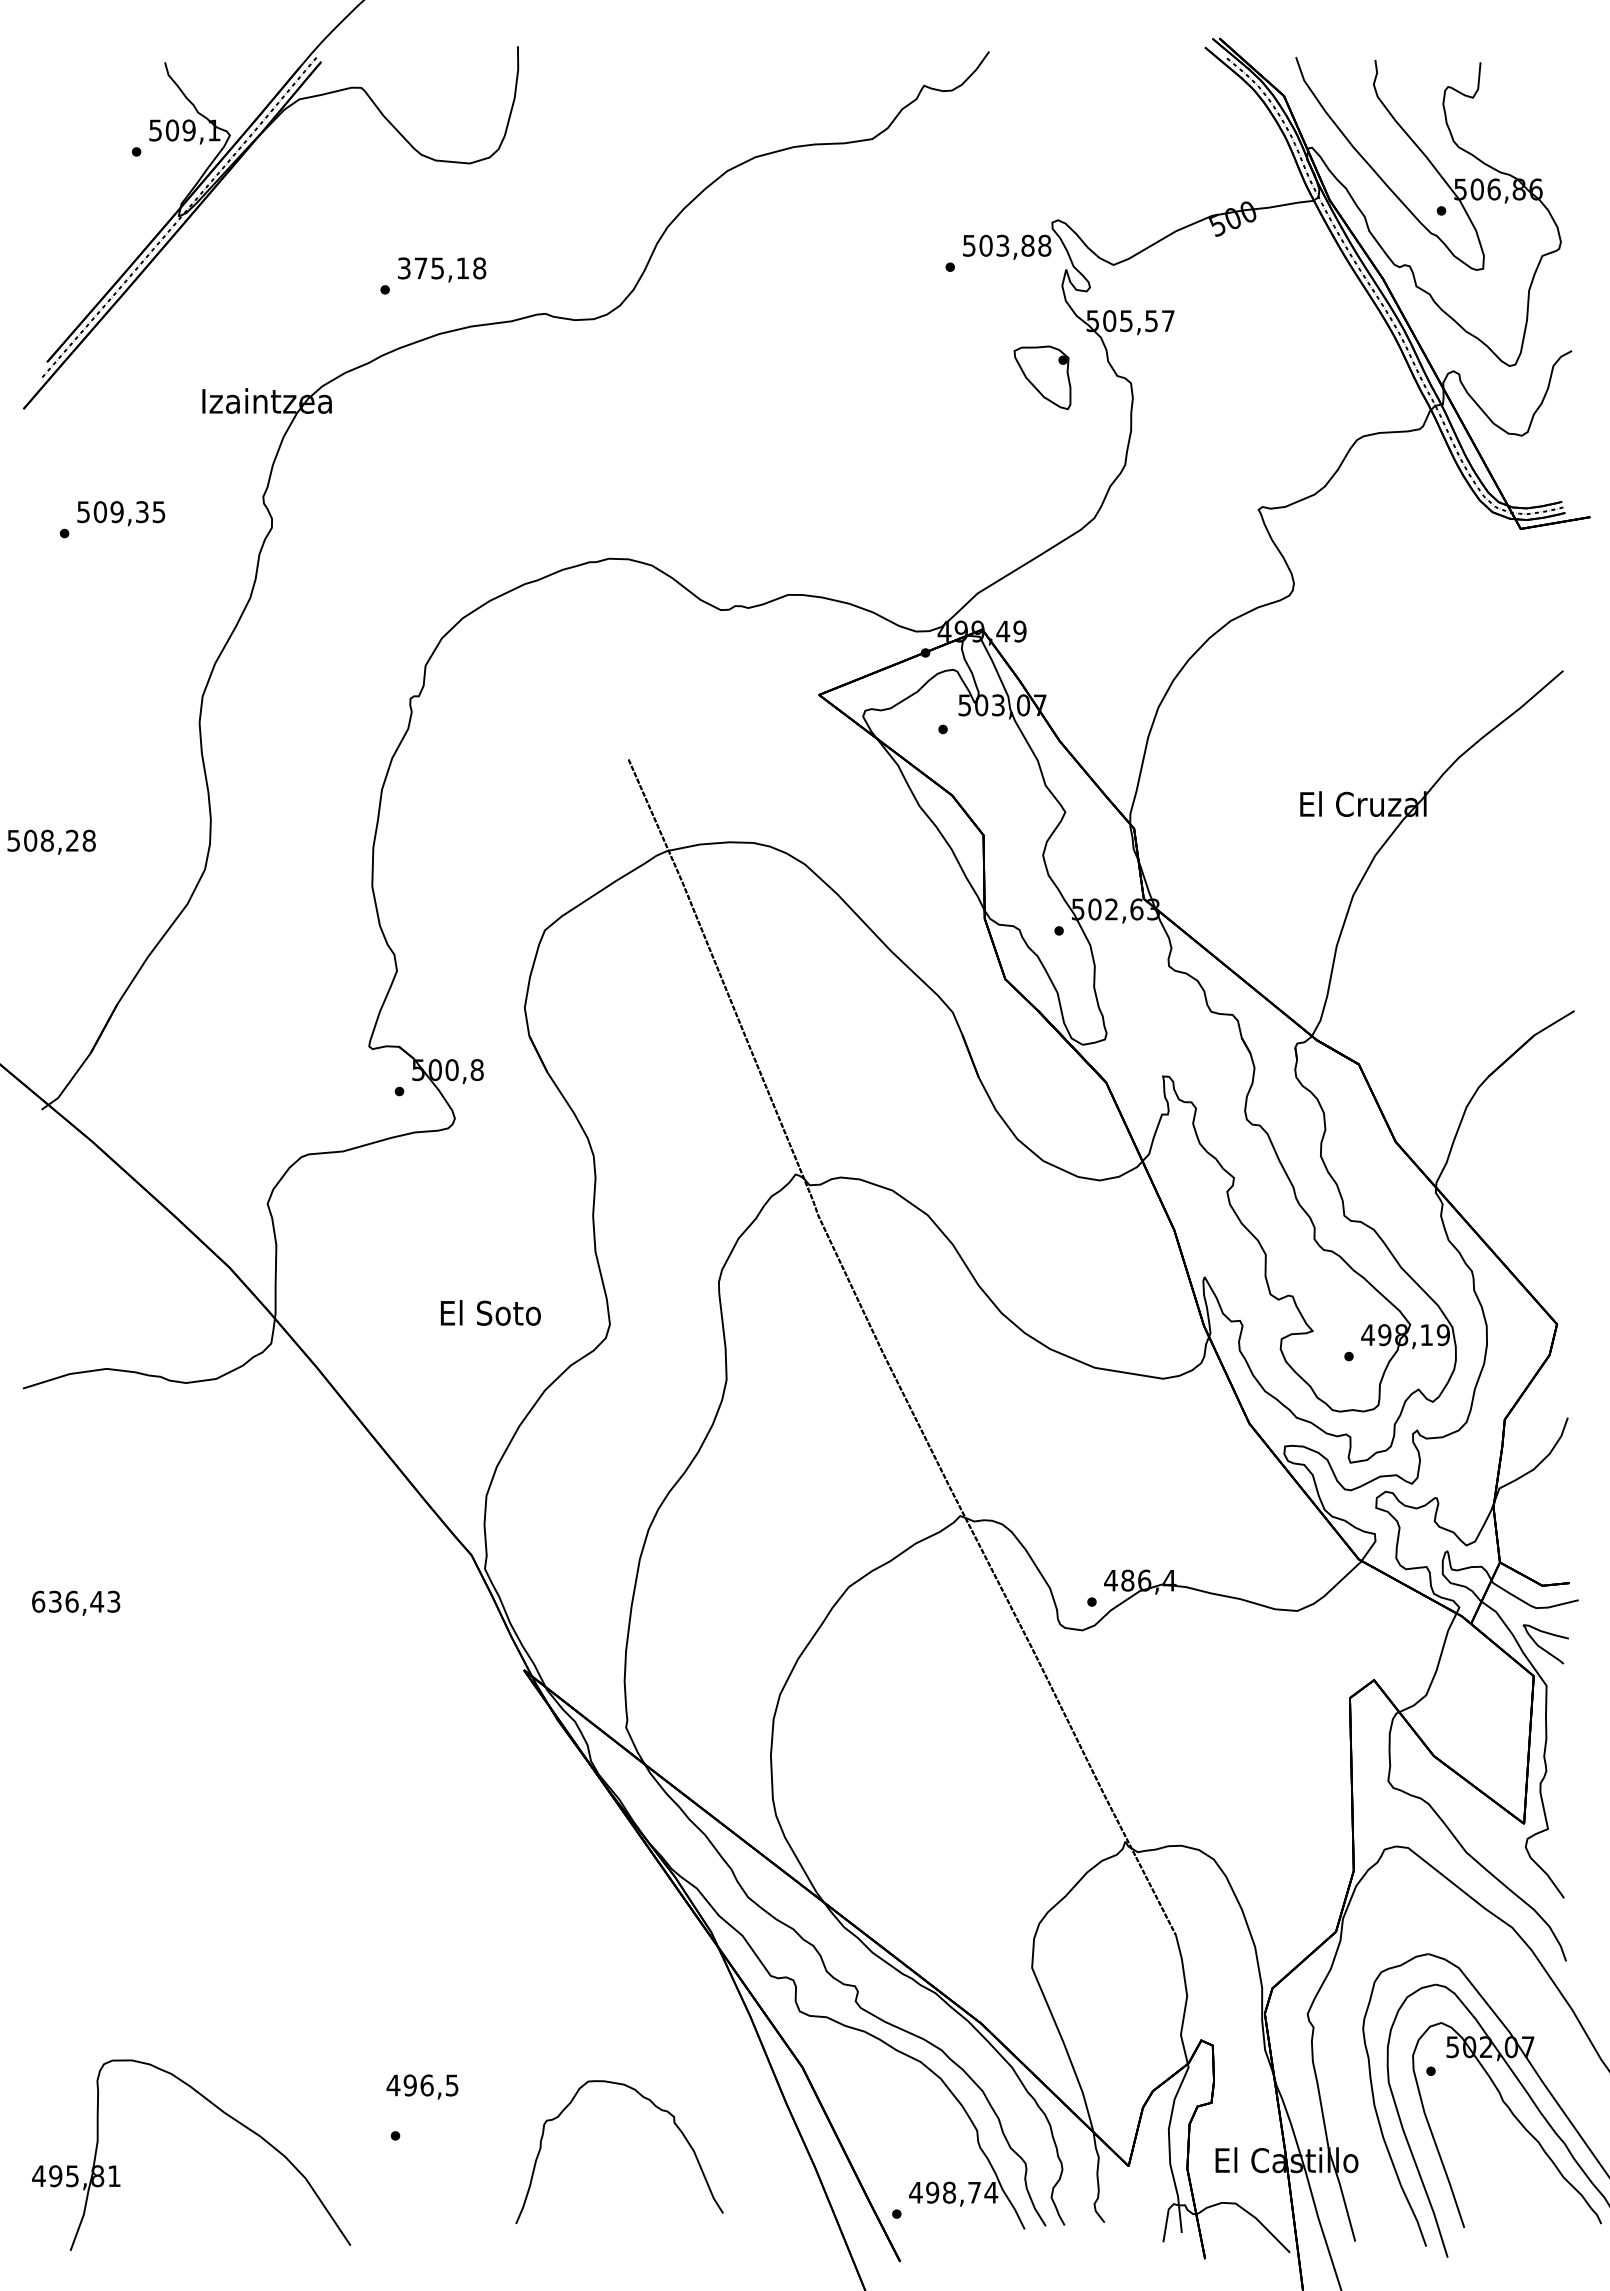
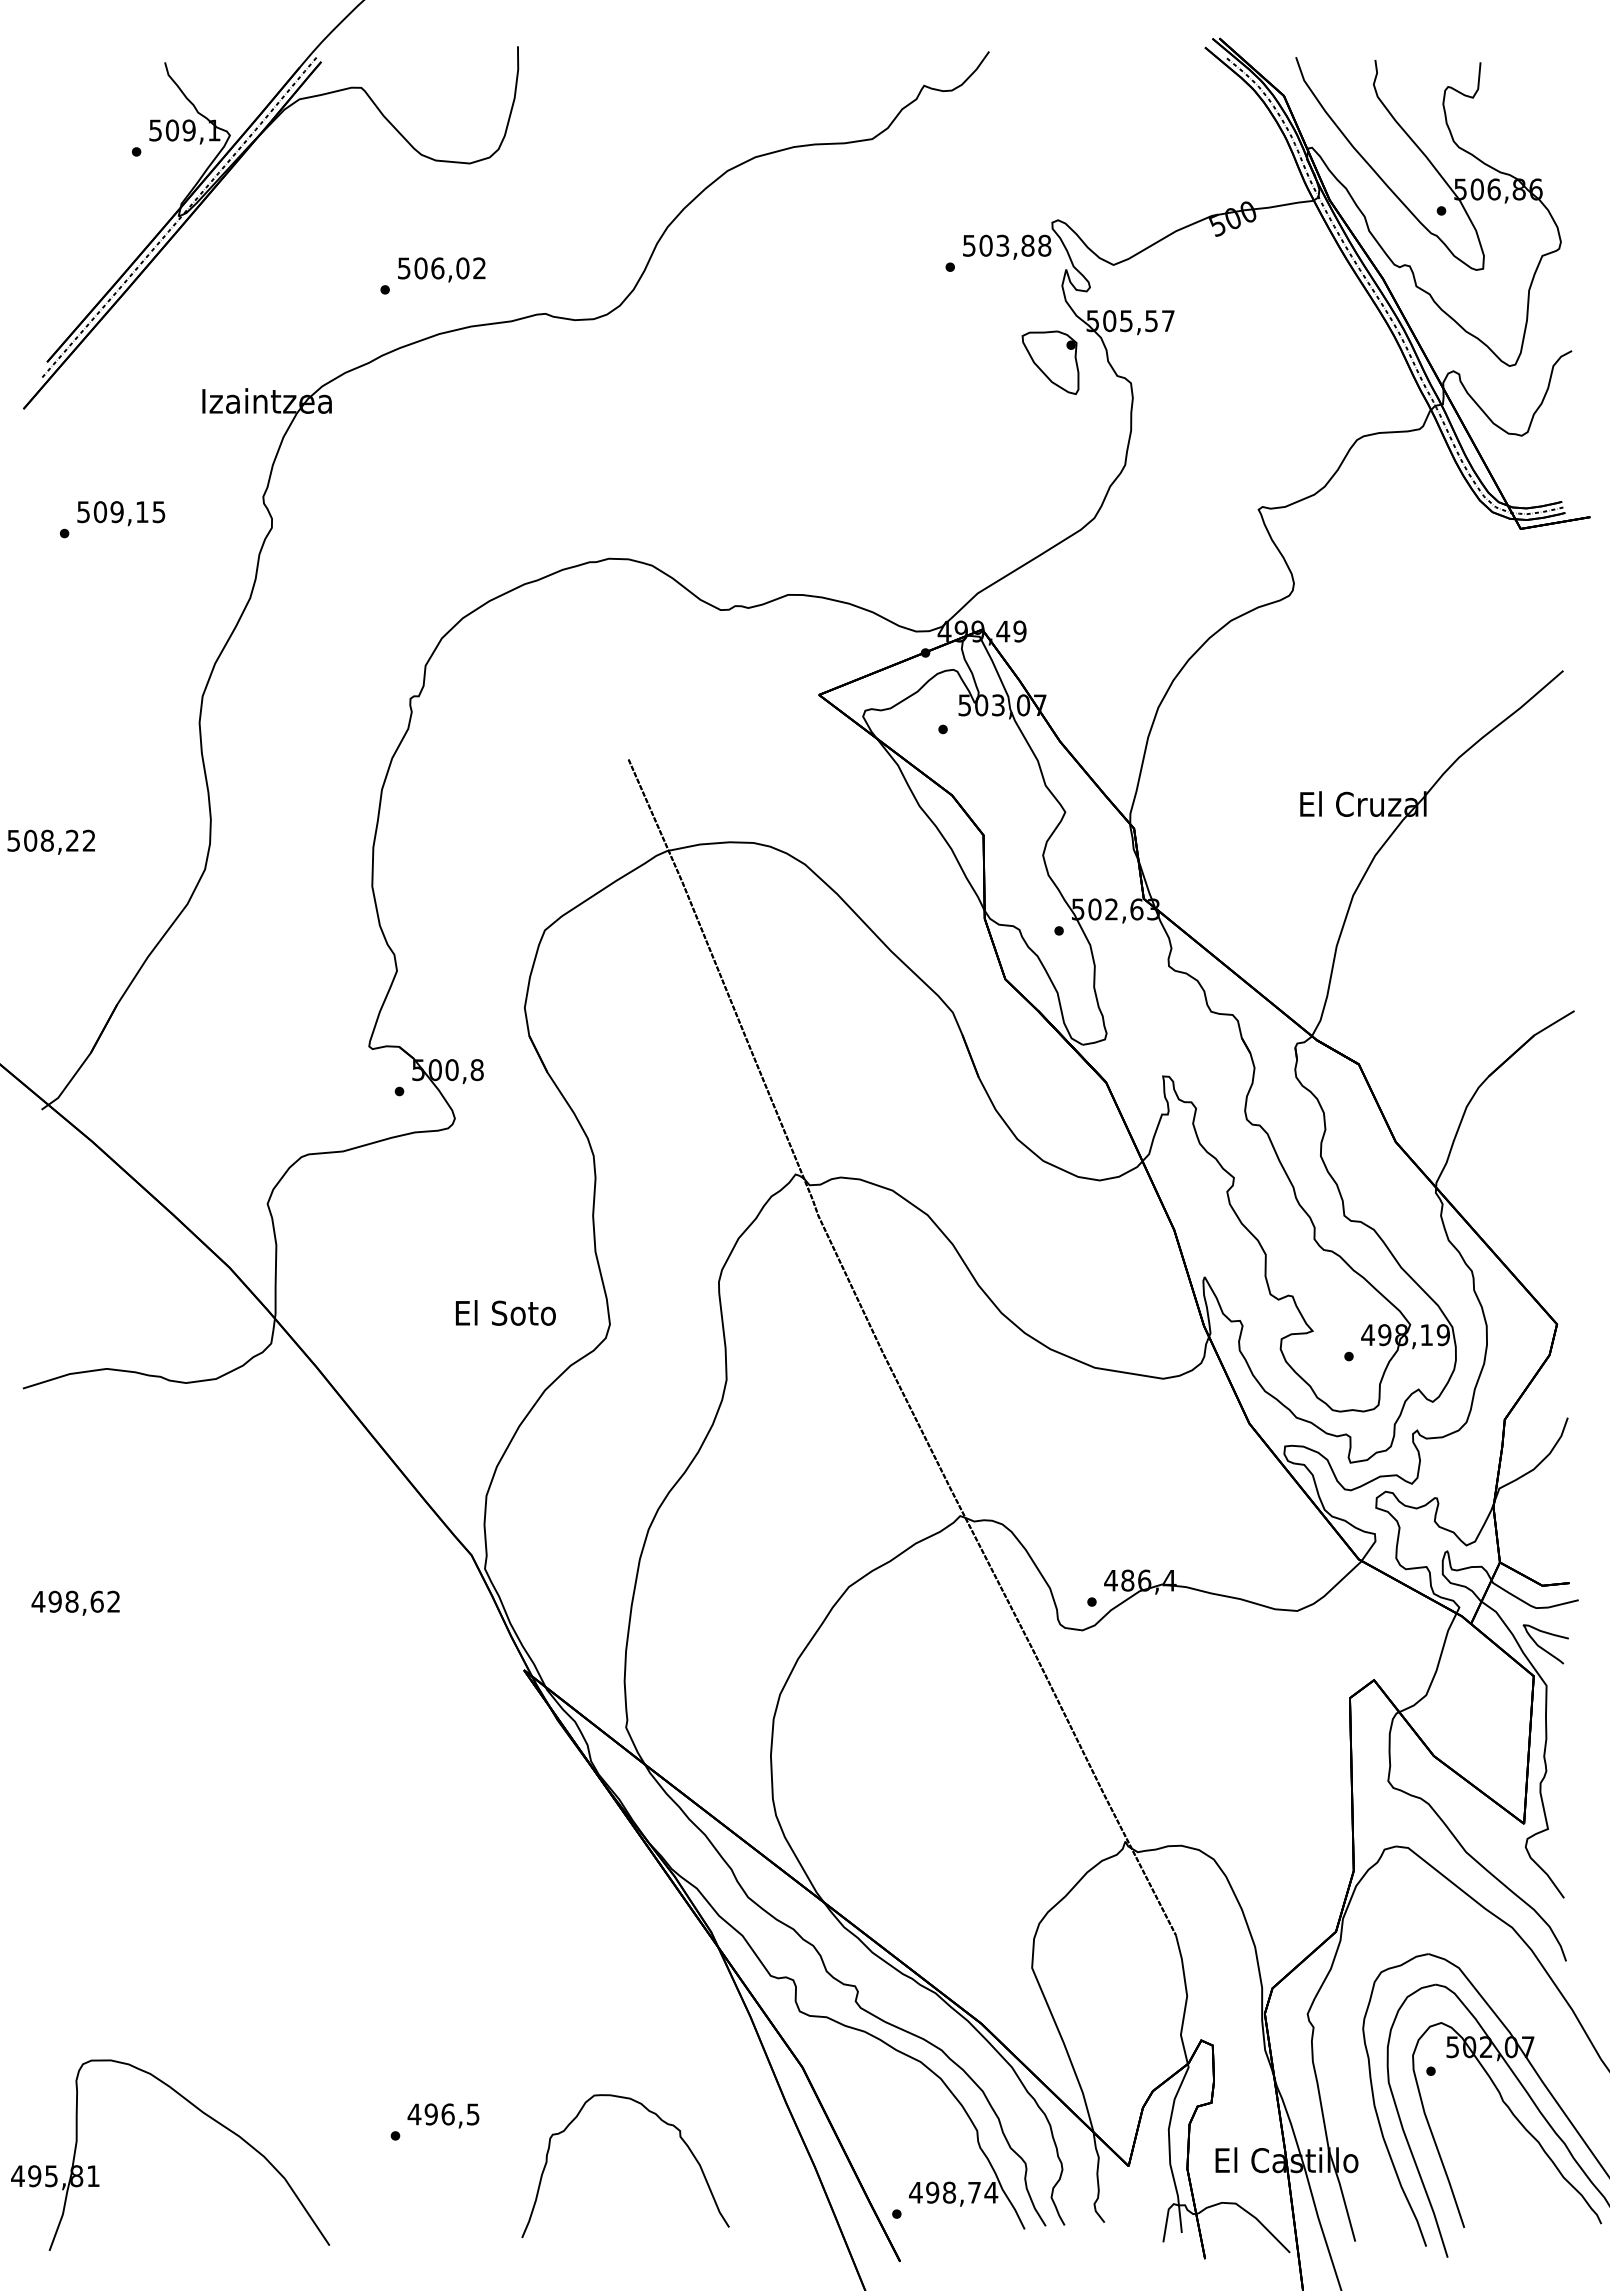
text at (442, 268): 375,18 -> 506,02
part at (1042, 377) position: (1042, 377) -> (1050, 362)
text at (142, 512): 509,35 -> 509,15
text at (88, 840): 508,28 -> 508,22
text at (490, 1312) position: (490, 1312) -> (505, 1312)
text at (75, 1601): 636,43 -> 498,62
text at (422, 2086) position: (422, 2086) -> (443, 2115)
curve at (655, 2107) position: (655, 2107) -> (661, 2121)
part at (223, 2113) position: (223, 2113) -> (202, 2113)
